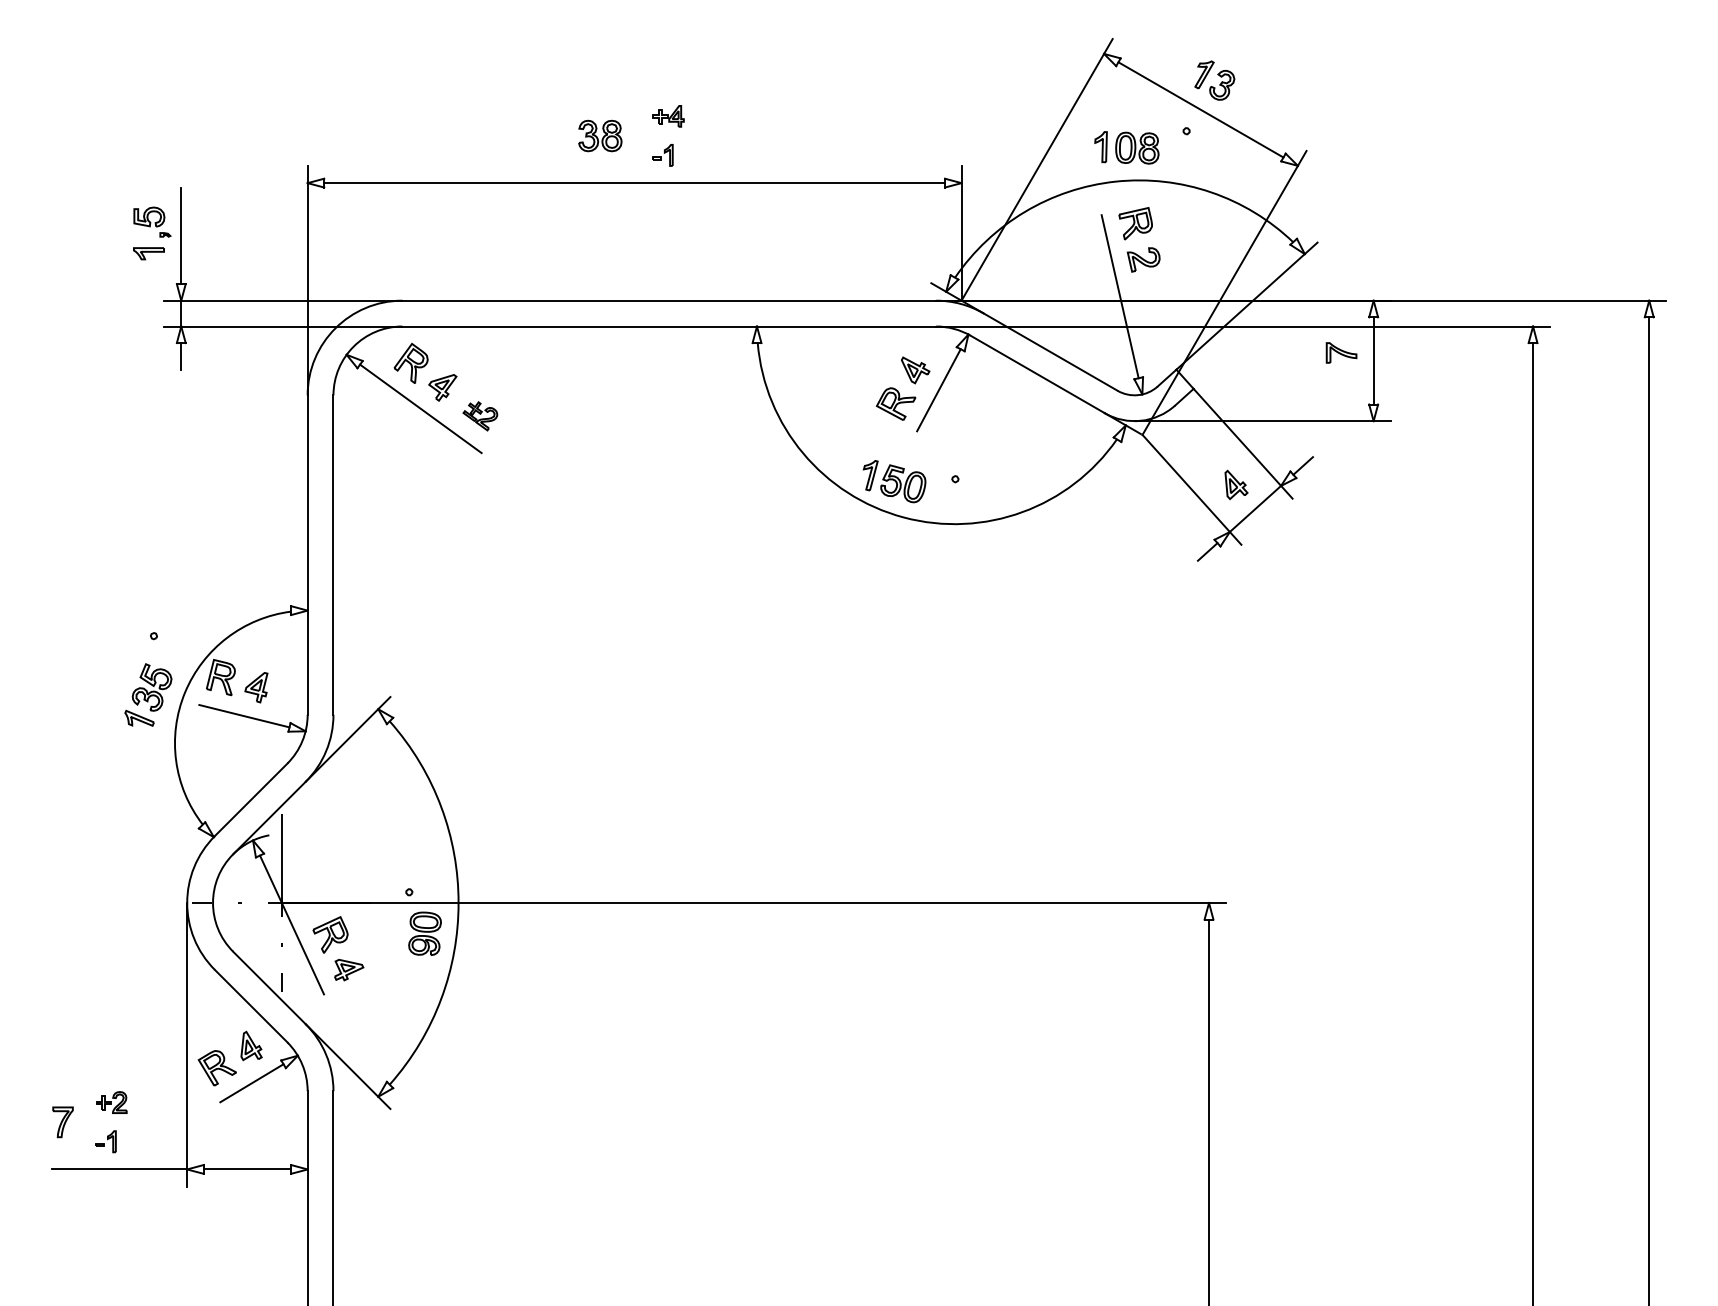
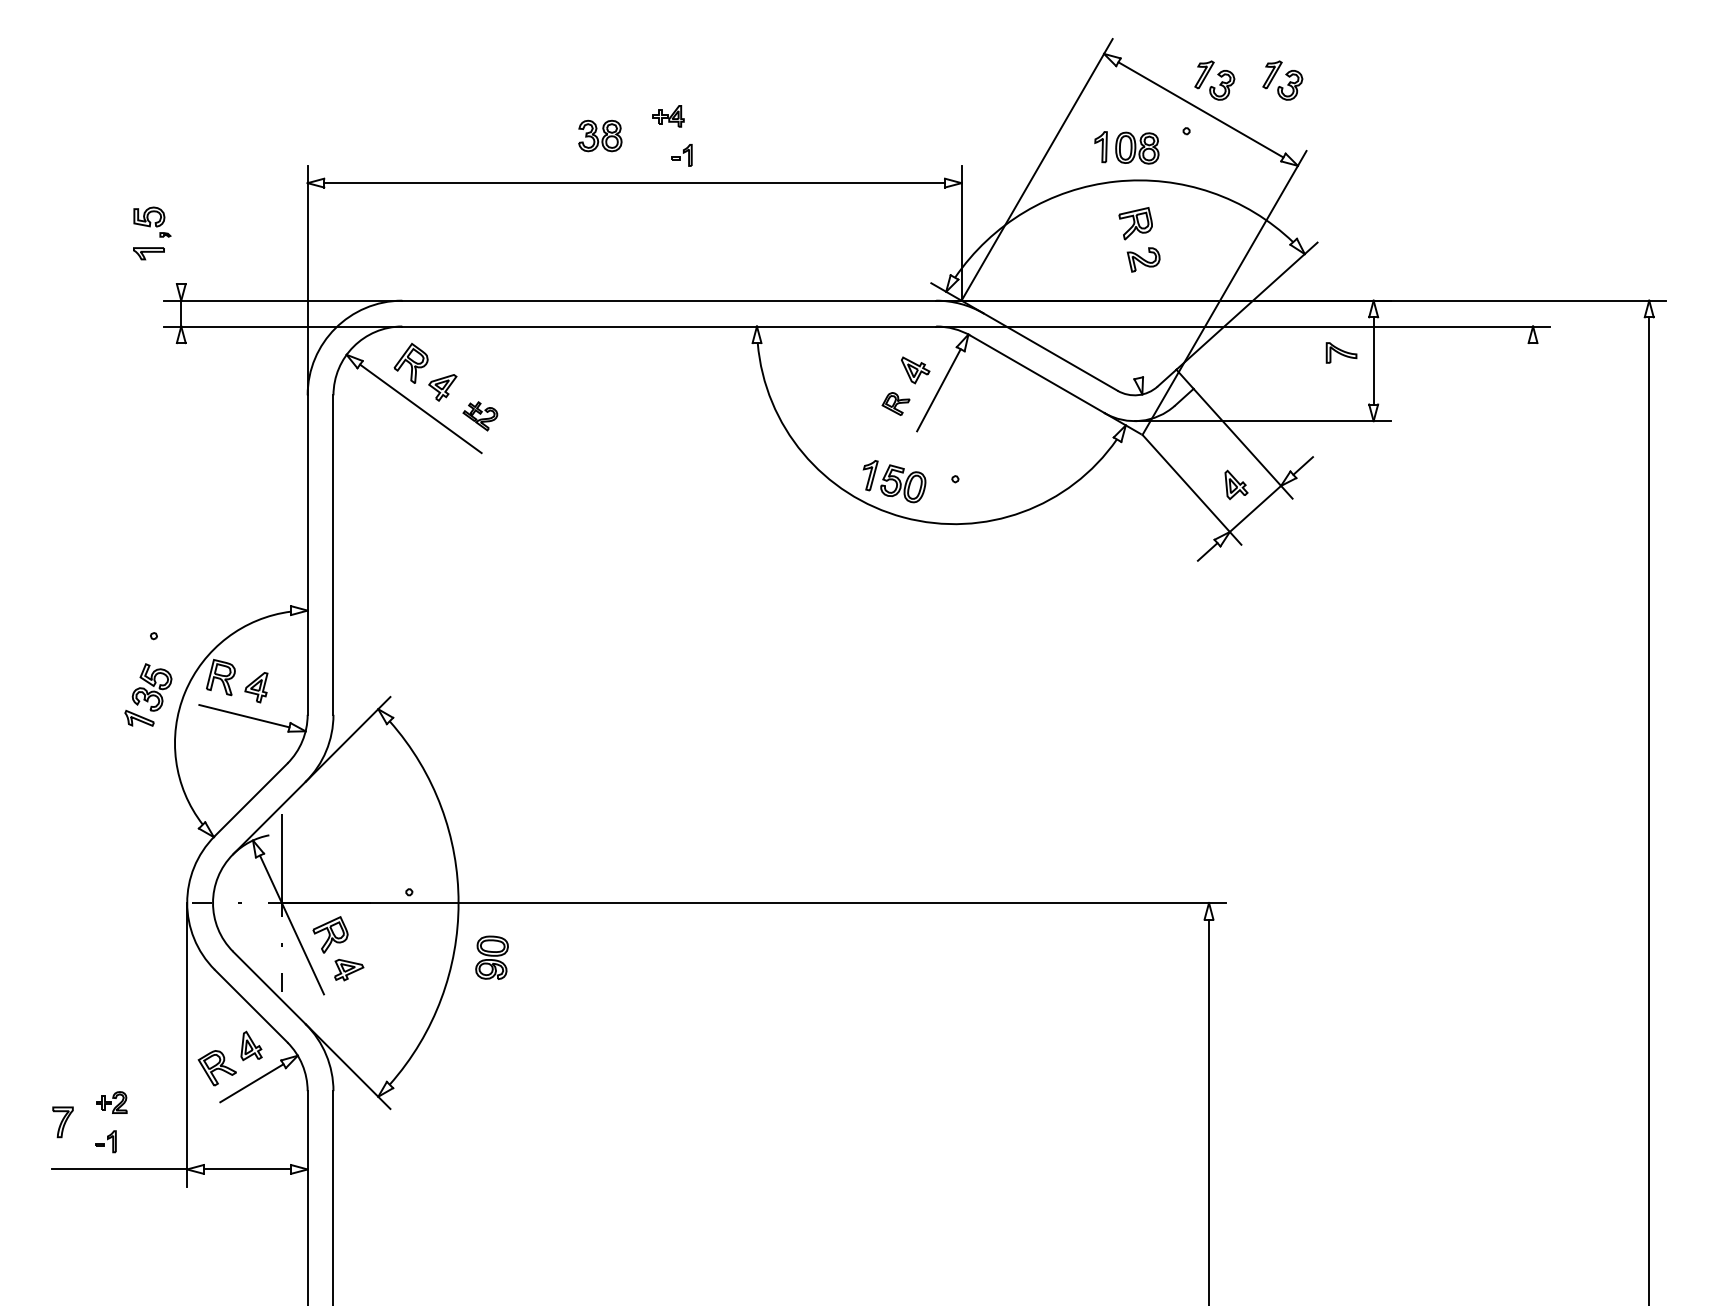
part at (1281, 86): none -> present
part at (662, 155) position: (662, 155) -> (681, 155)
line at (181, 236): present -> none
line at (1119, 296): present -> none
line at (181, 356): present -> none
part at (895, 403) size: 42x34 px -> 30x24 px
line at (1533, 822): present -> none
part at (424, 933) position: (424, 933) -> (491, 957)
